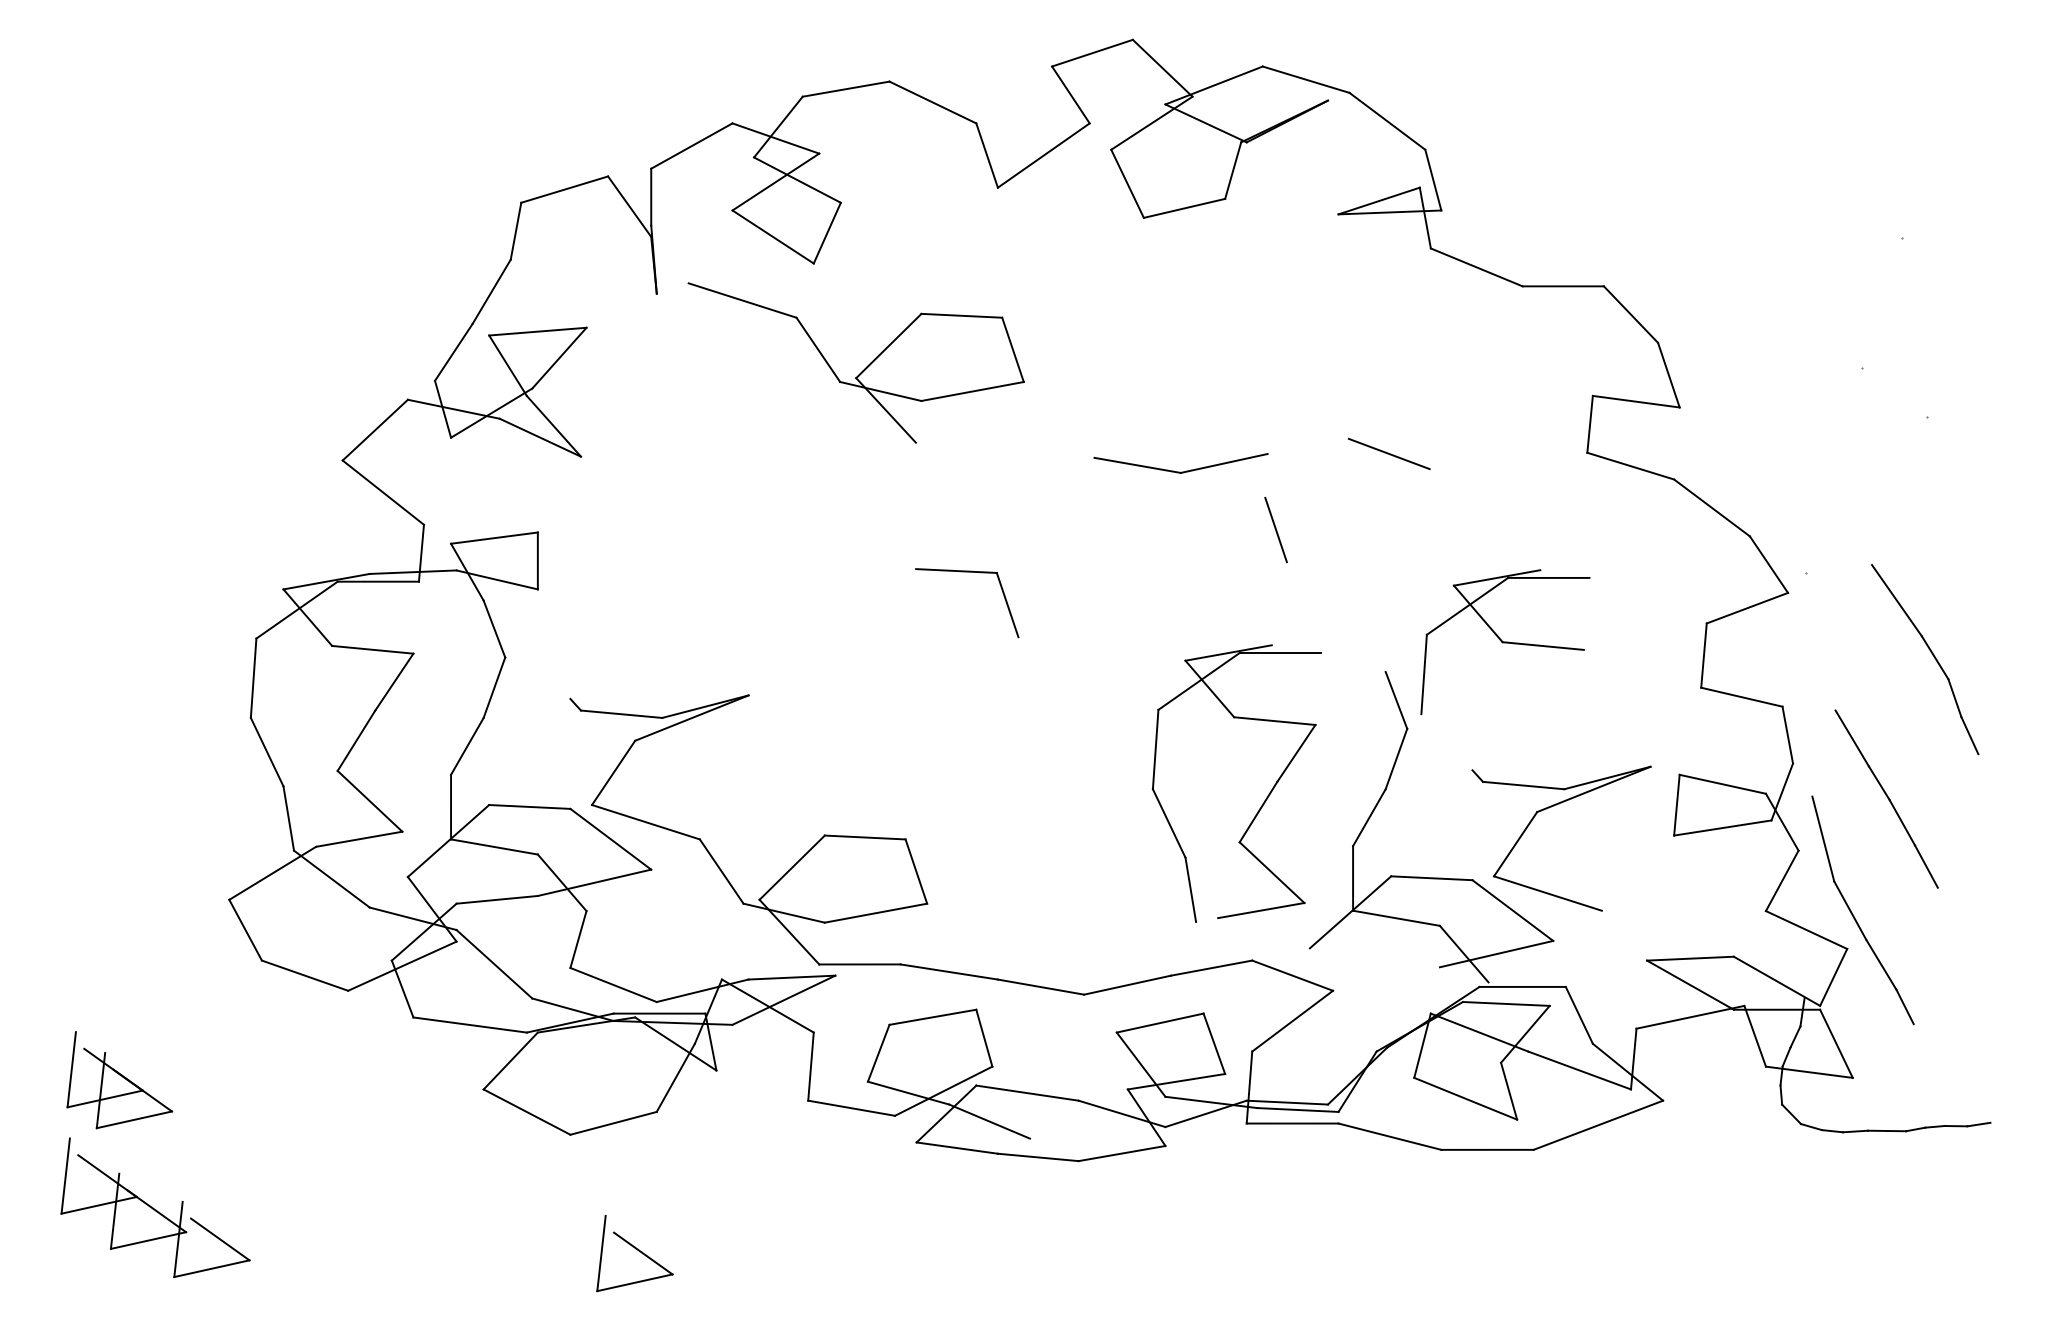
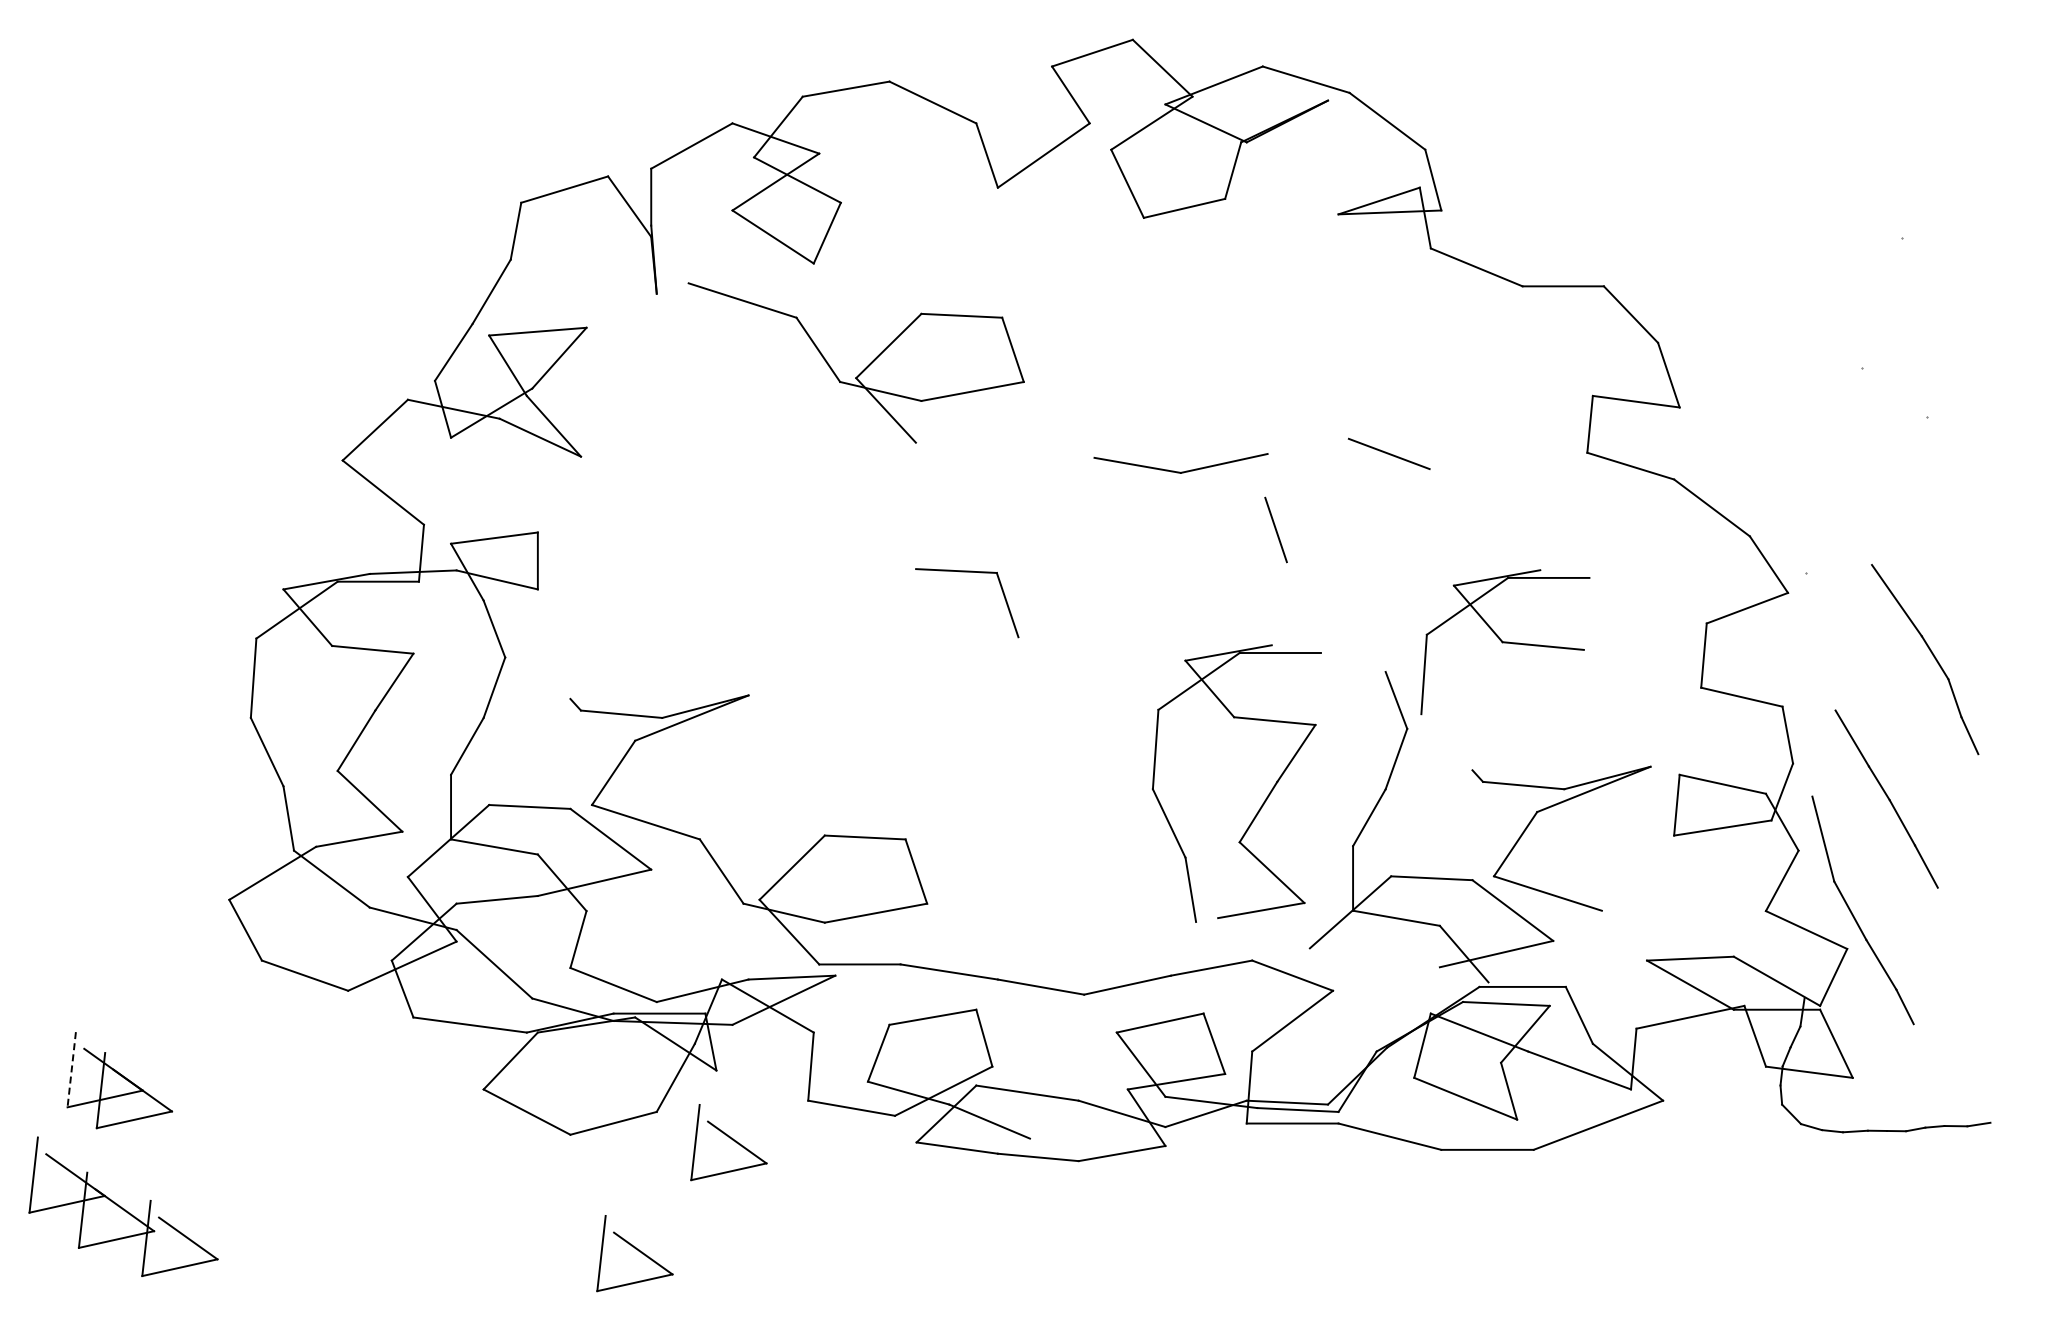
line at (71, 1069): solid -> dashed
part at (728, 1142): none -> present
part at (155, 1207) position: (155, 1207) -> (123, 1206)
